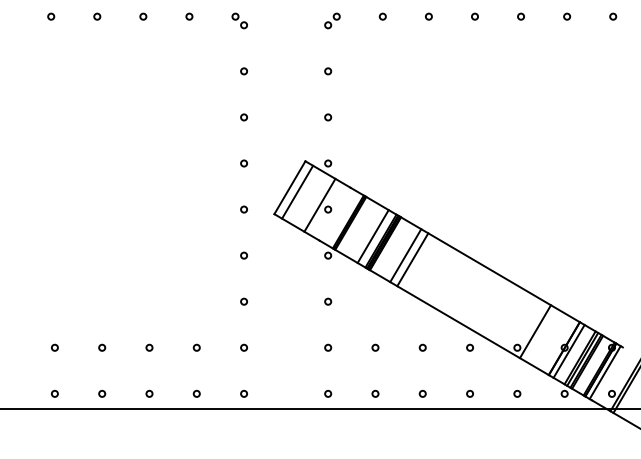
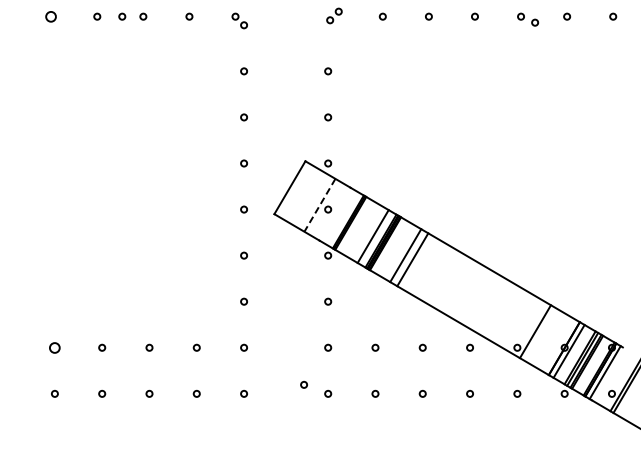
circle at (51, 16) size: 9x9 px -> 12x12 px
circle at (122, 16): none -> present
part at (332, 20) position: (332, 20) -> (334, 15)
circle at (535, 22): none -> present
line at (297, 191): present -> none
line at (319, 205): solid -> dashed
circle at (54, 347) size: 8x9 px -> 12x12 px
circle at (303, 384): none -> present
line at (319, 408): present -> none
